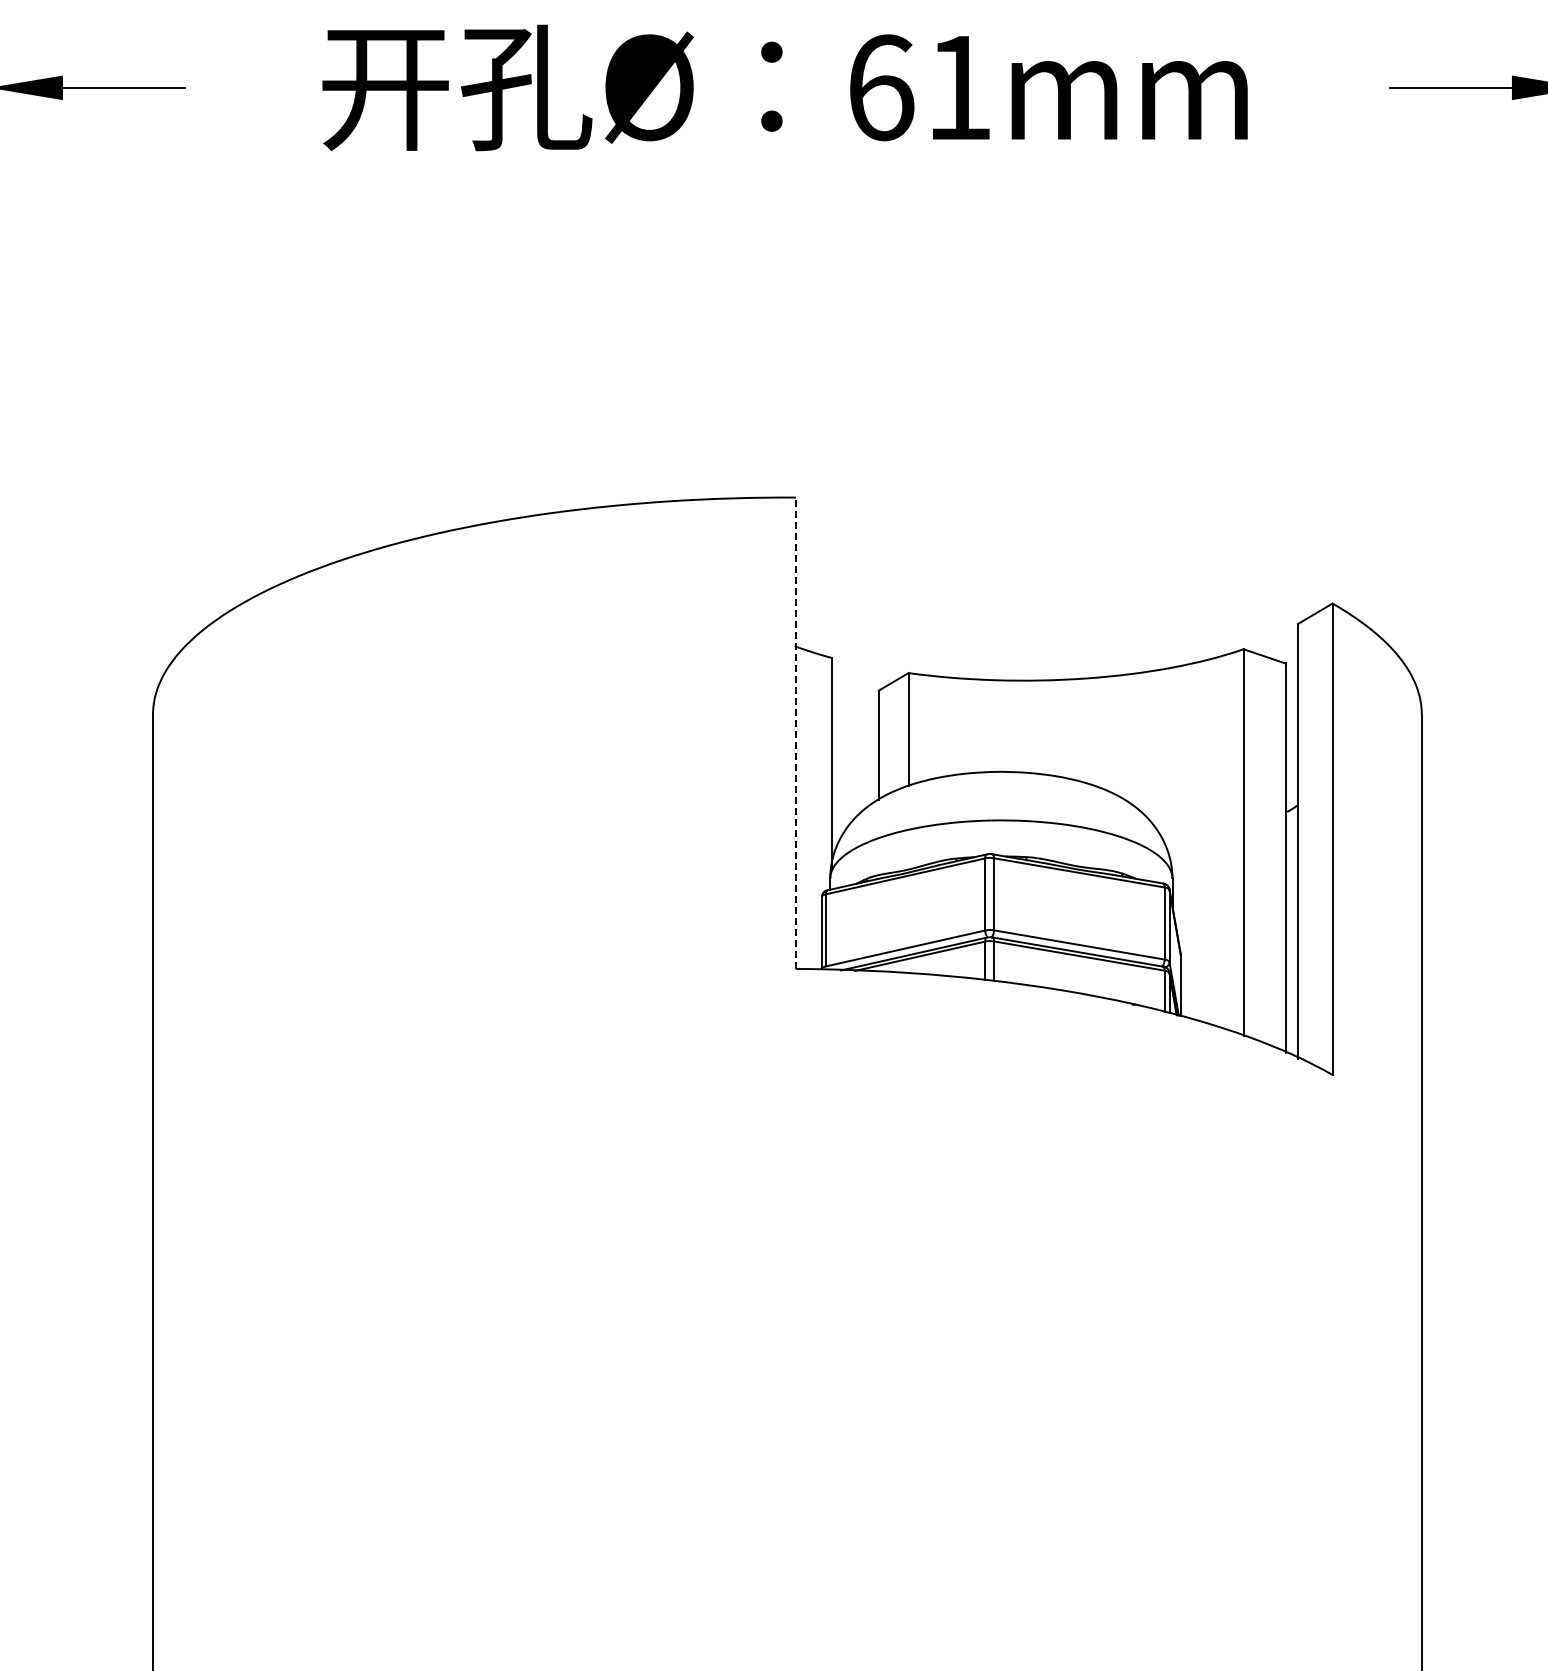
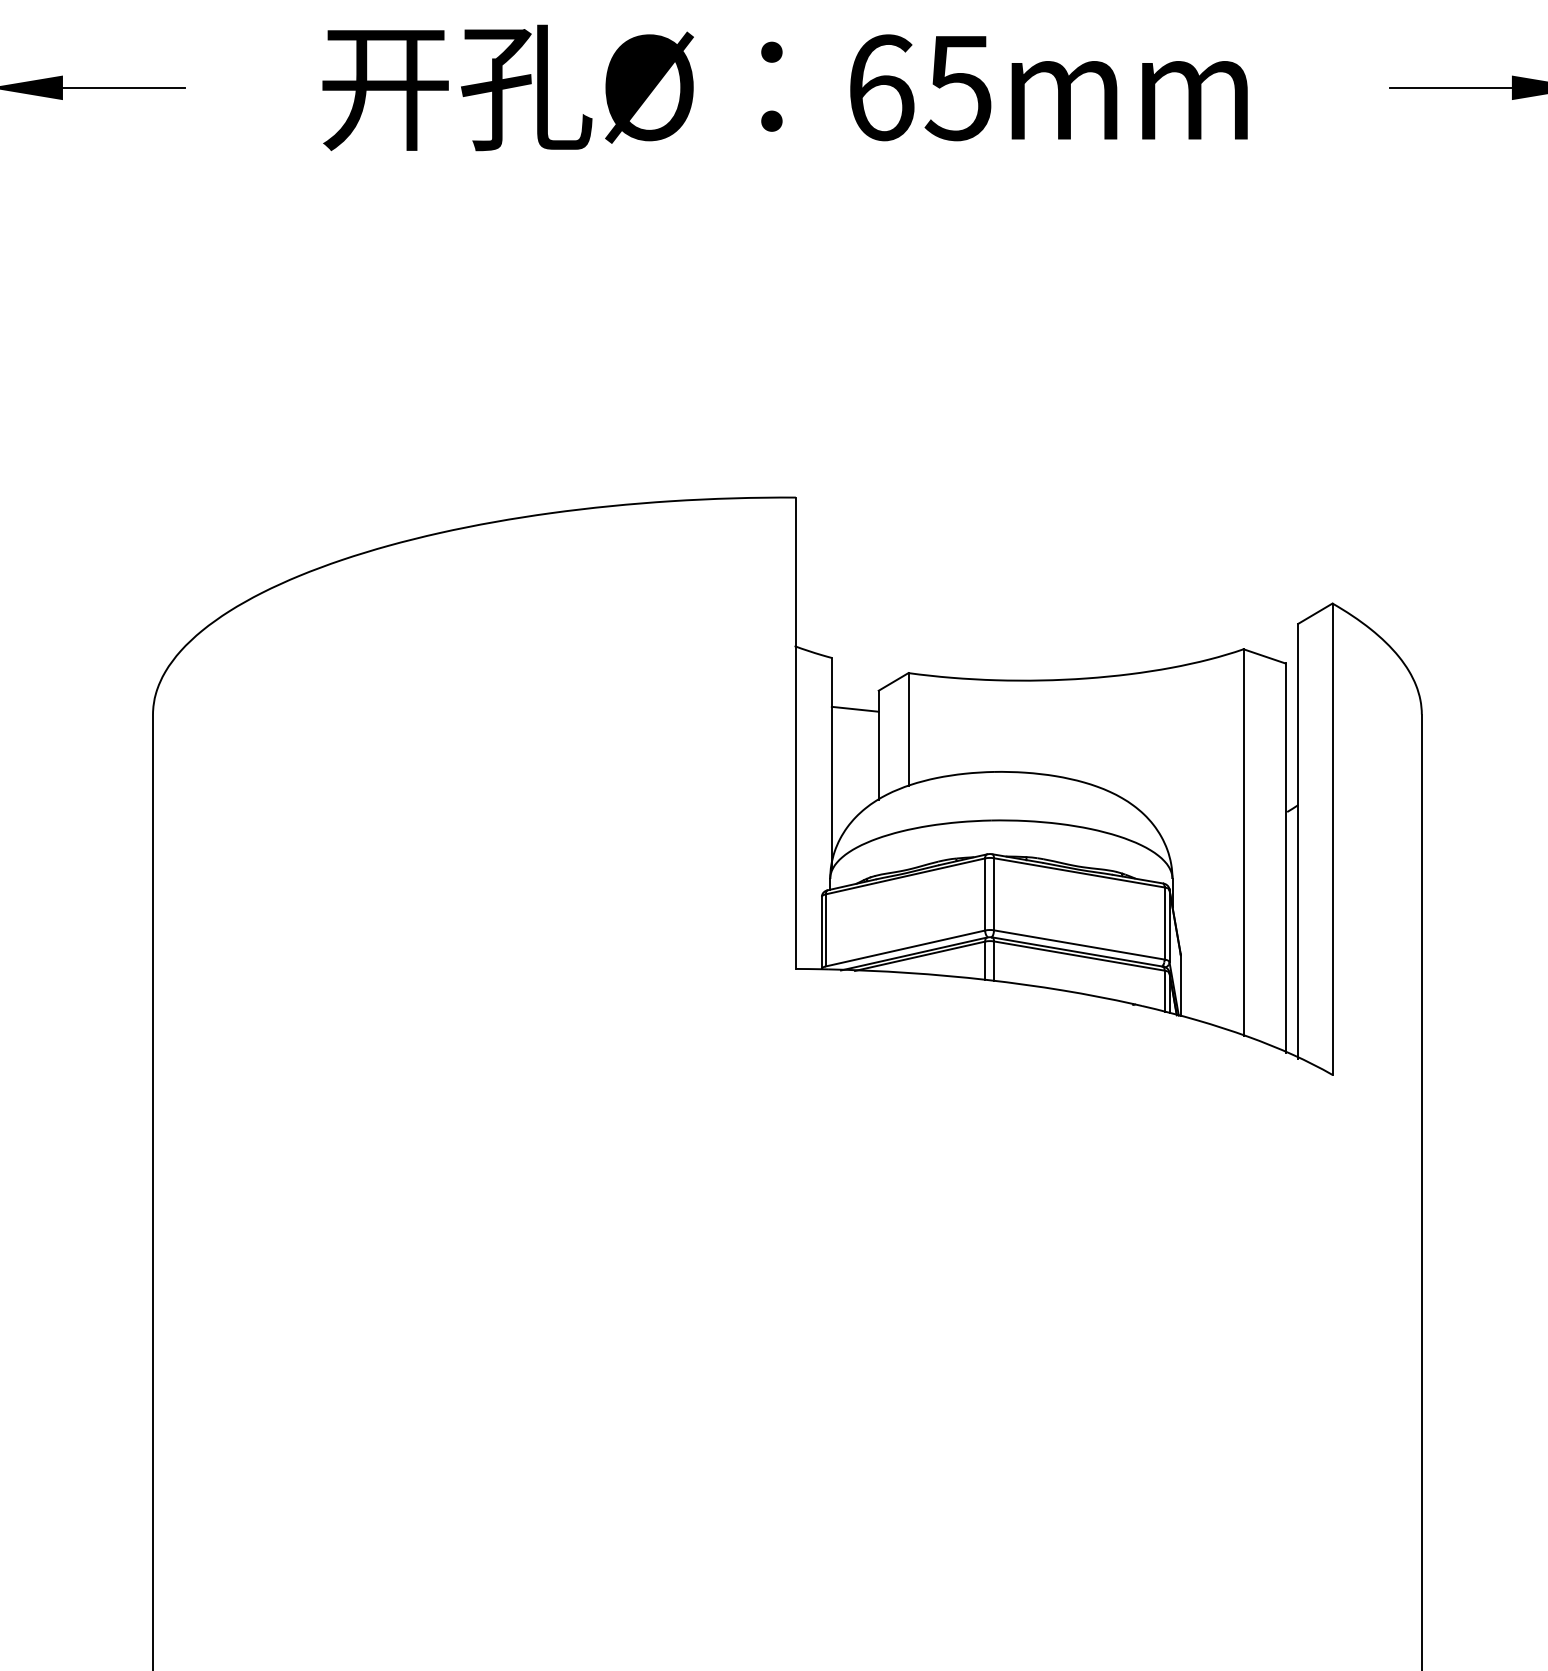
text at (957, 88): 61mm -> 65mm
line at (854, 708): none -> present
line at (795, 733): dashed -> solid
